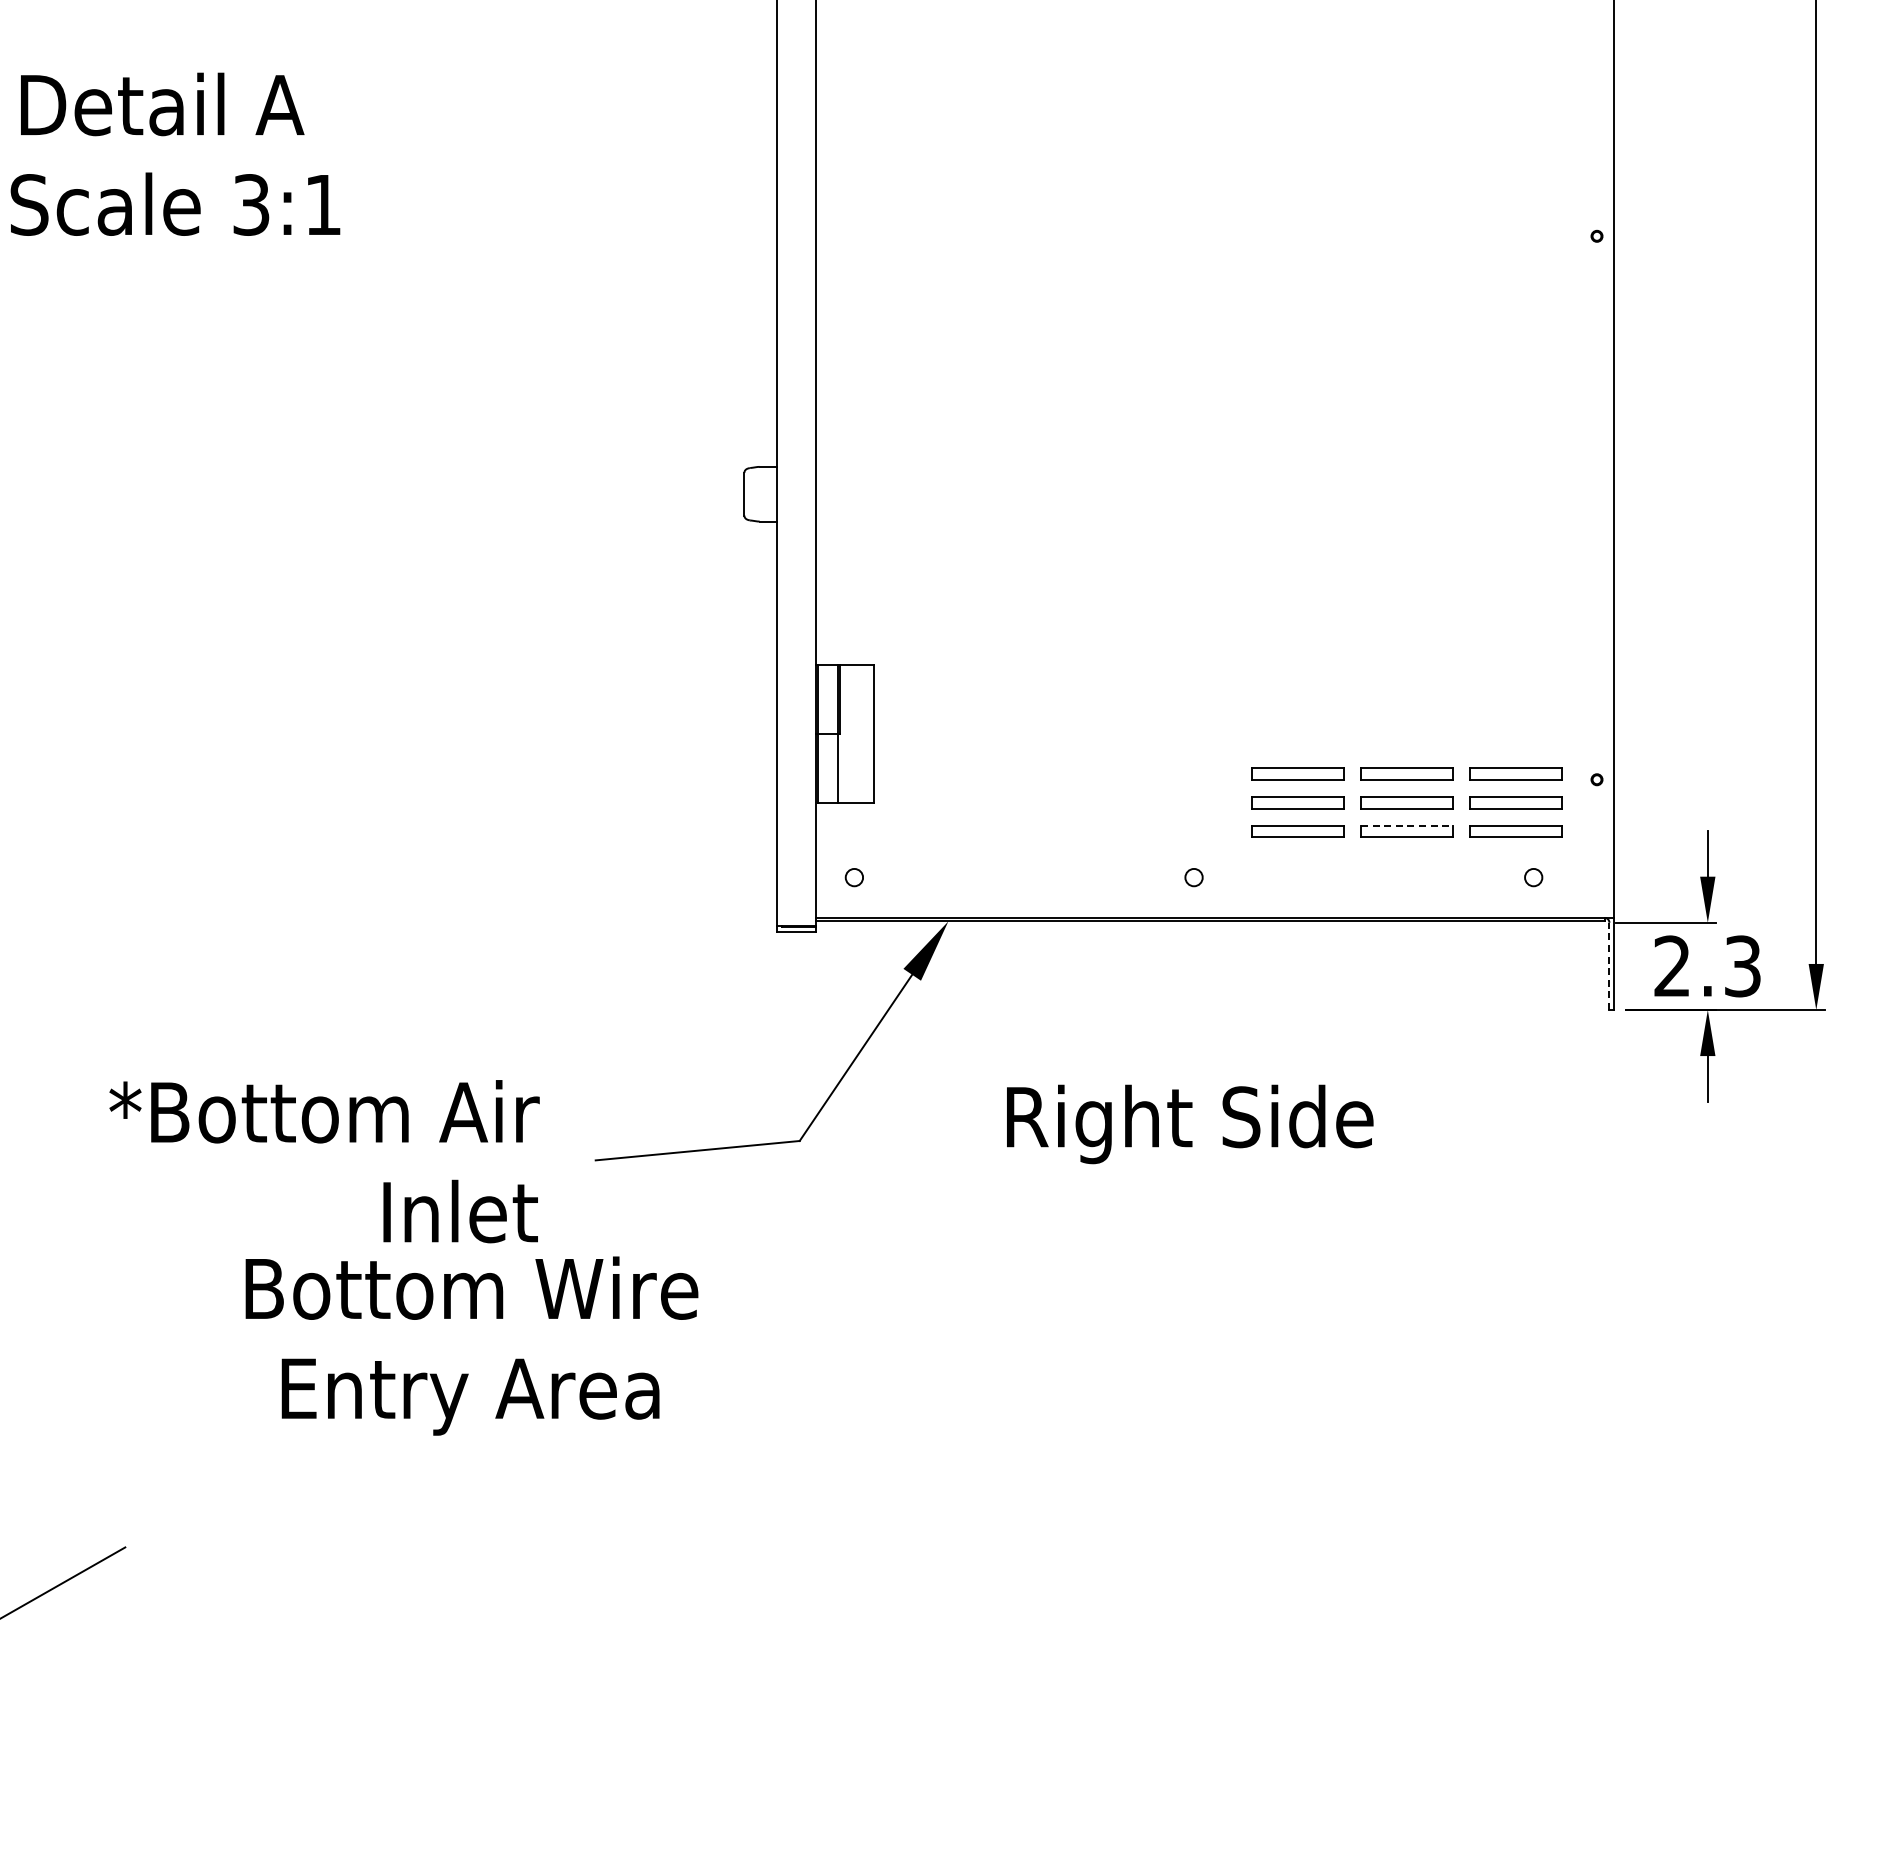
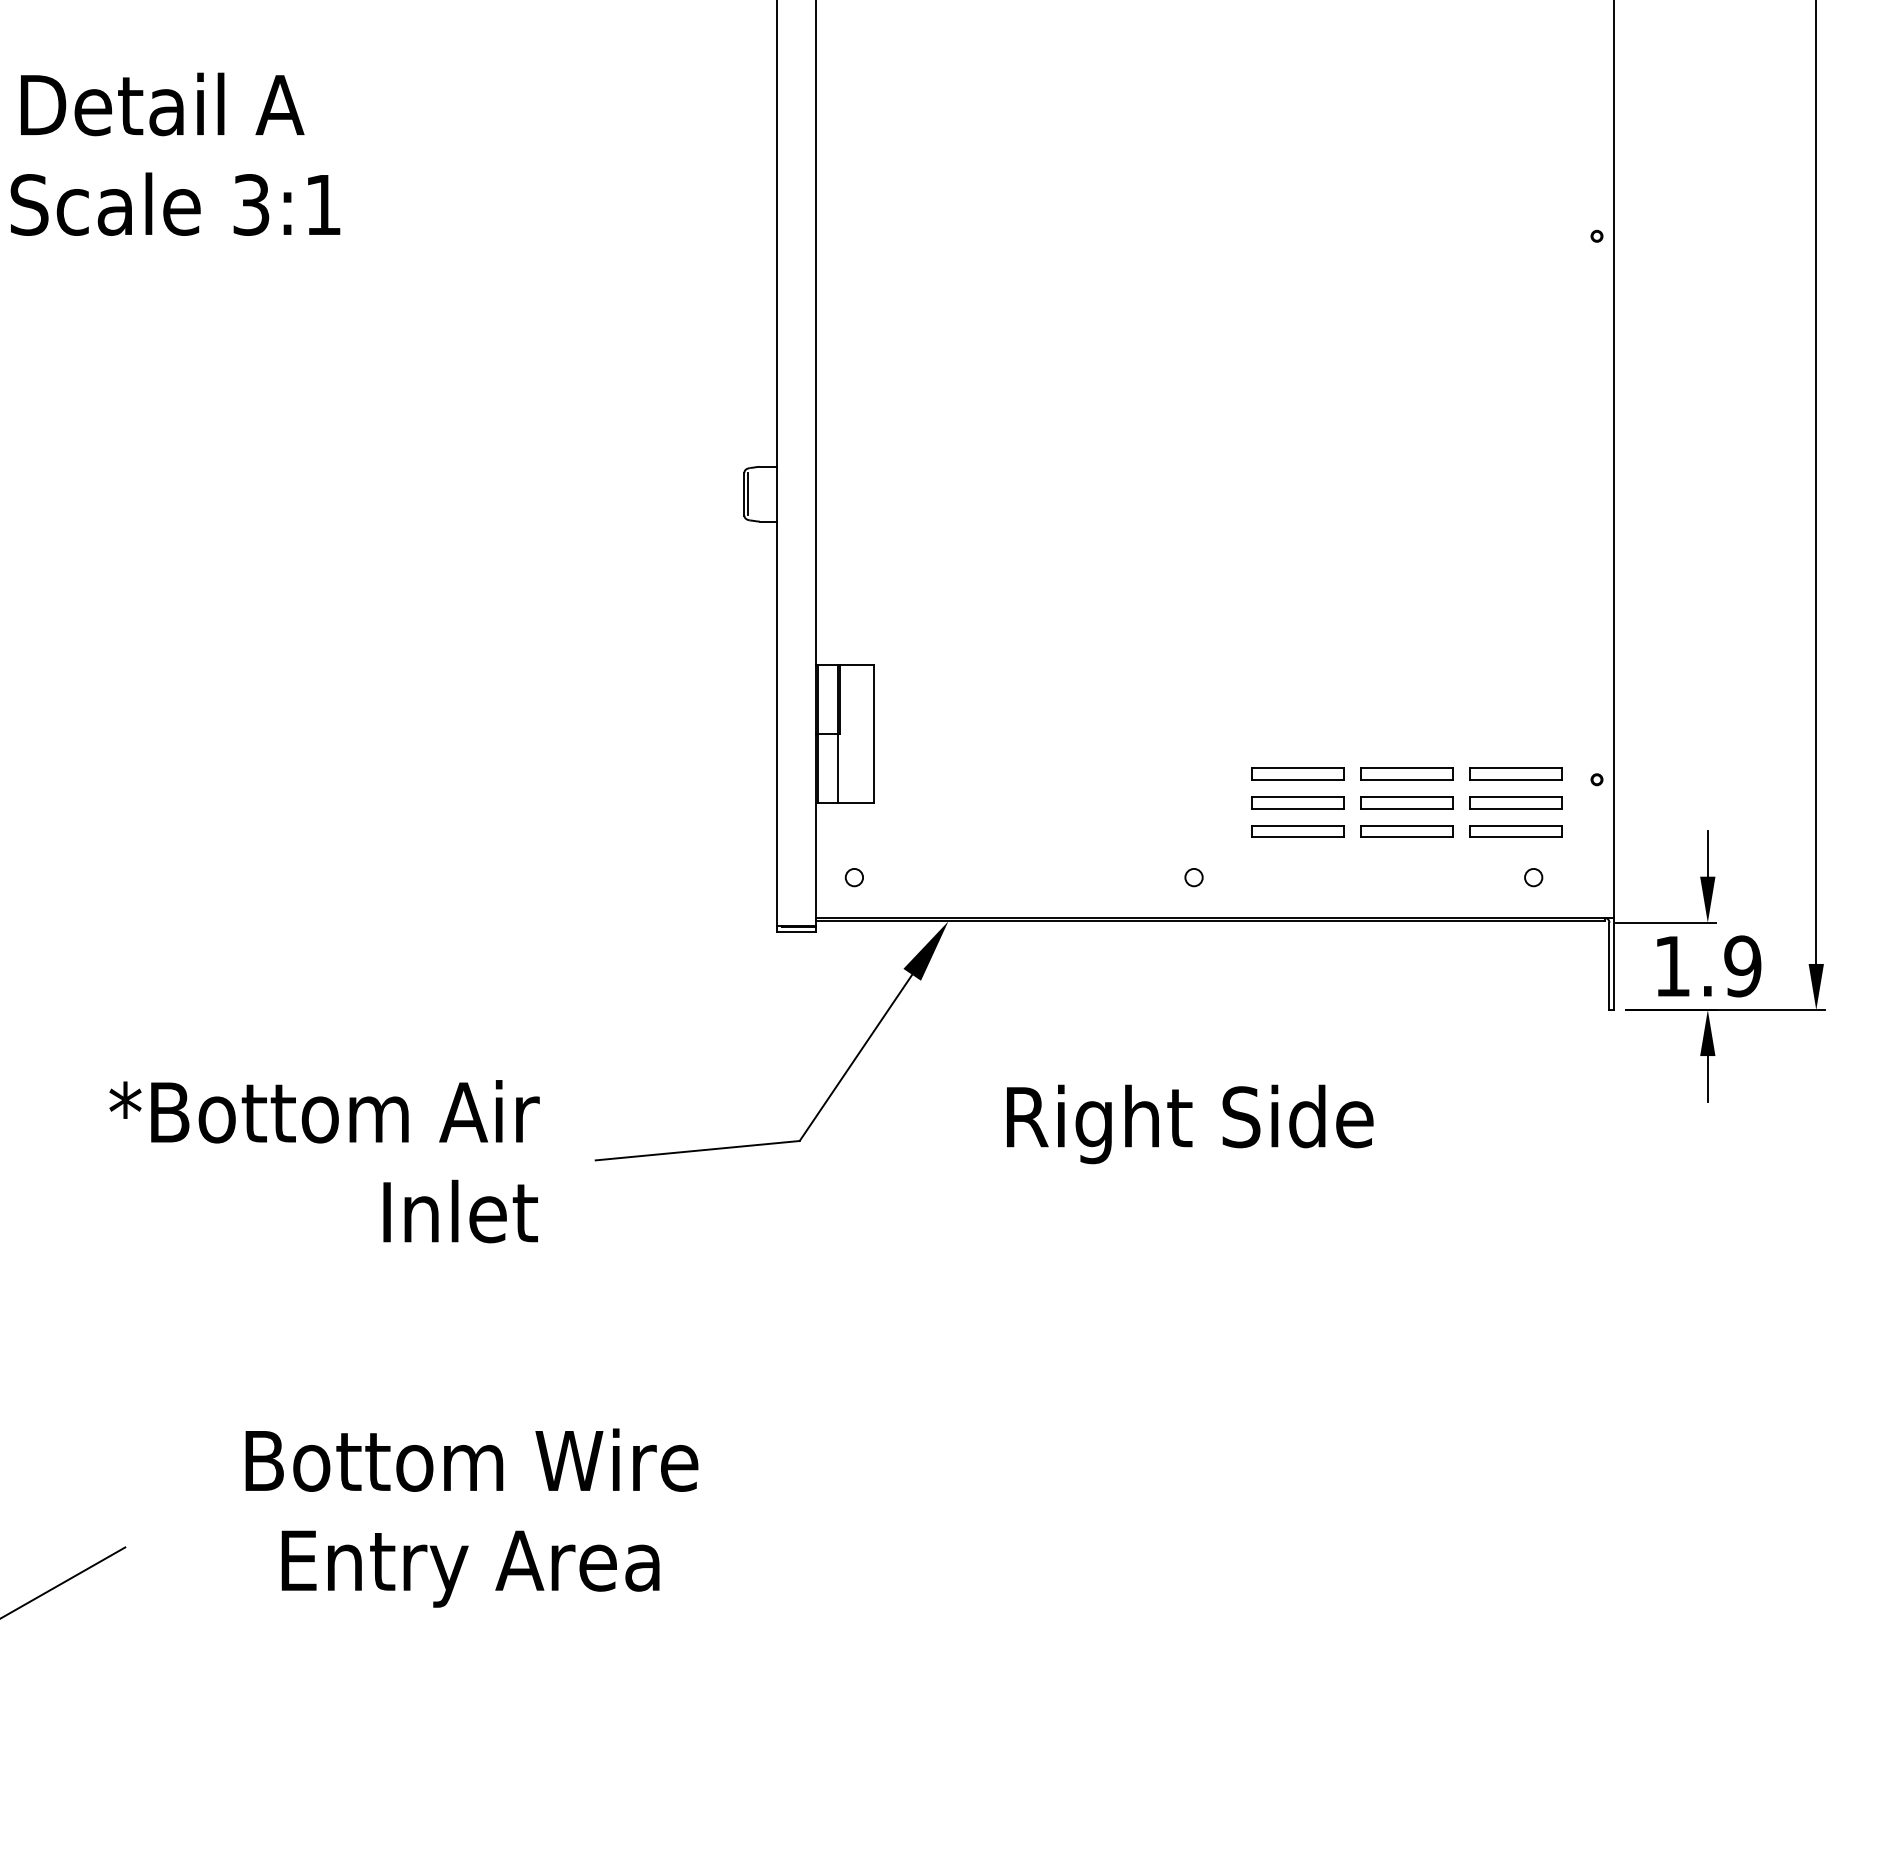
line at (748, 494): none -> present
line at (1407, 825): dashed -> solid
line at (1609, 966): dashed -> solid
text at (1707, 966): 2.3 -> 1.9
text at (471, 1345) position: (471, 1345) -> (471, 1517)
